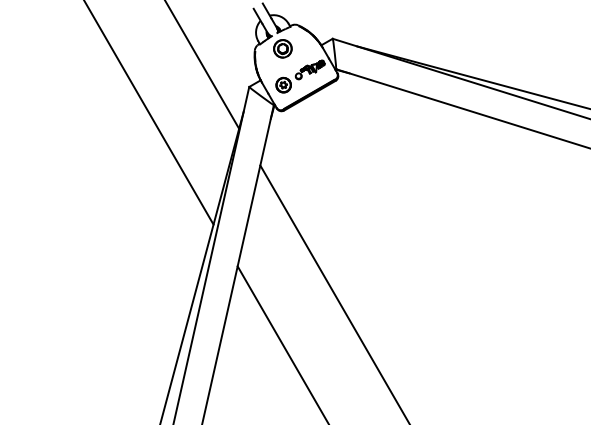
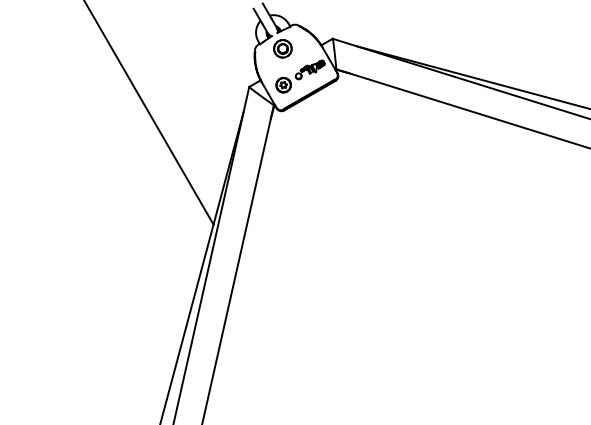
line at (202, 65): present -> none
line at (334, 293): present -> none
line at (282, 343): present -> none
